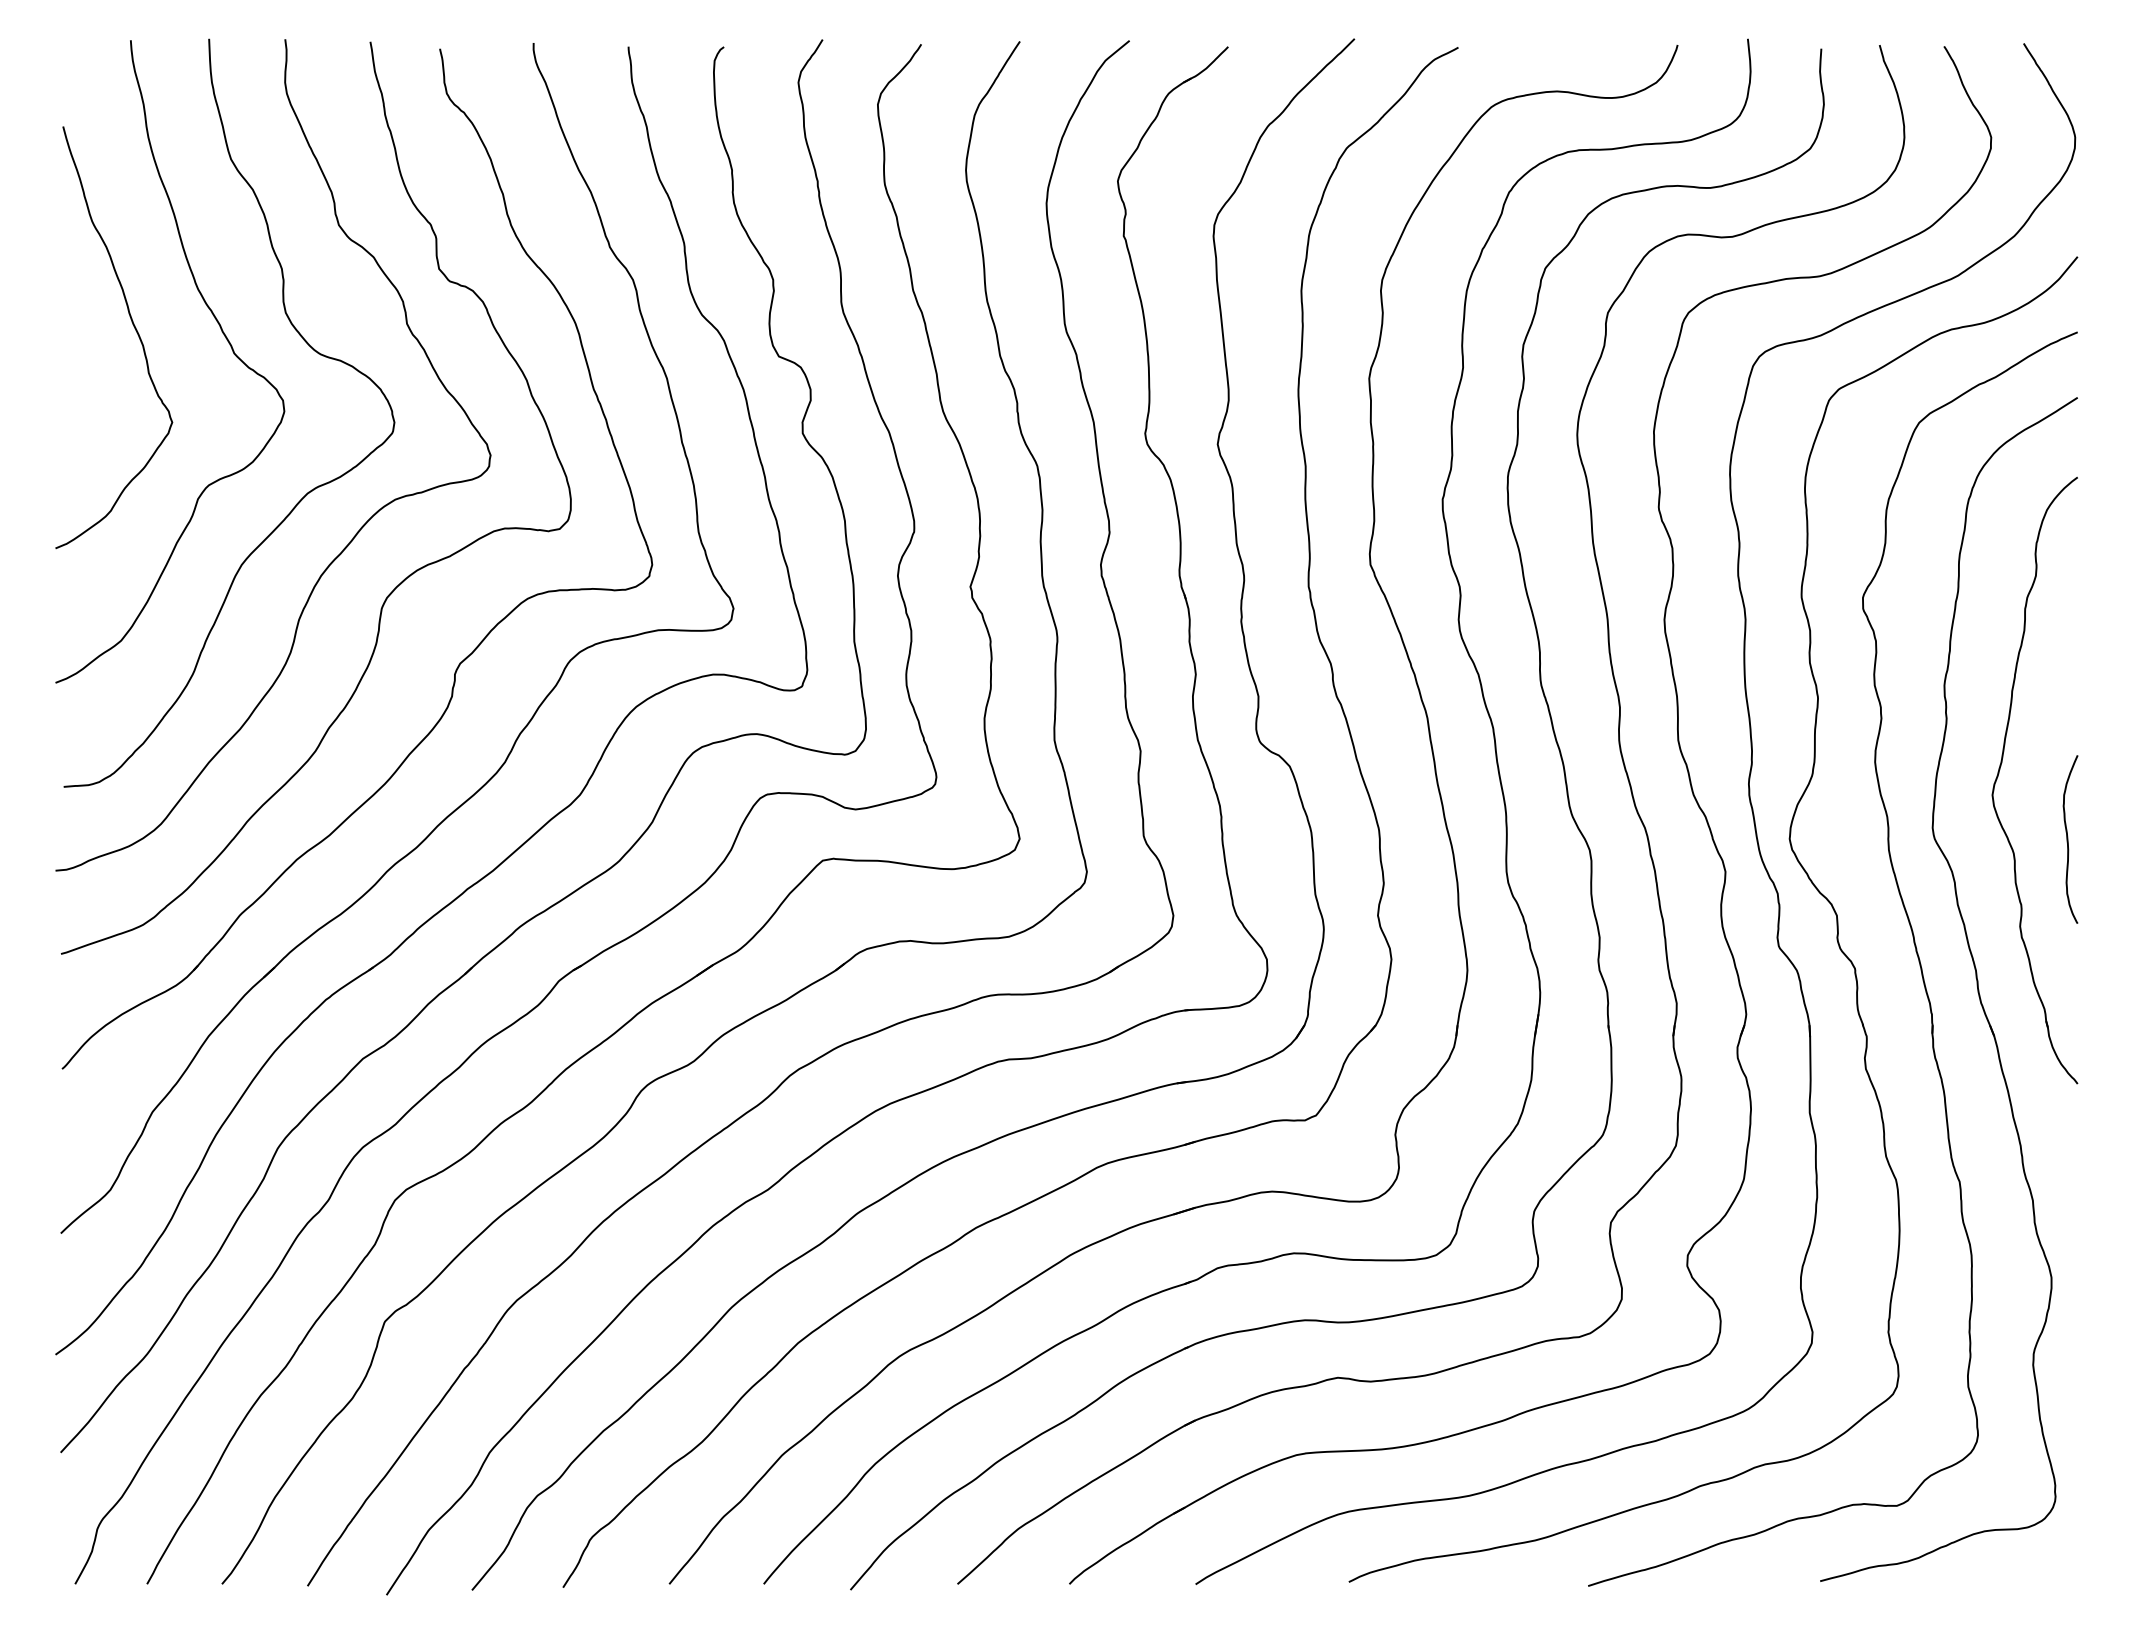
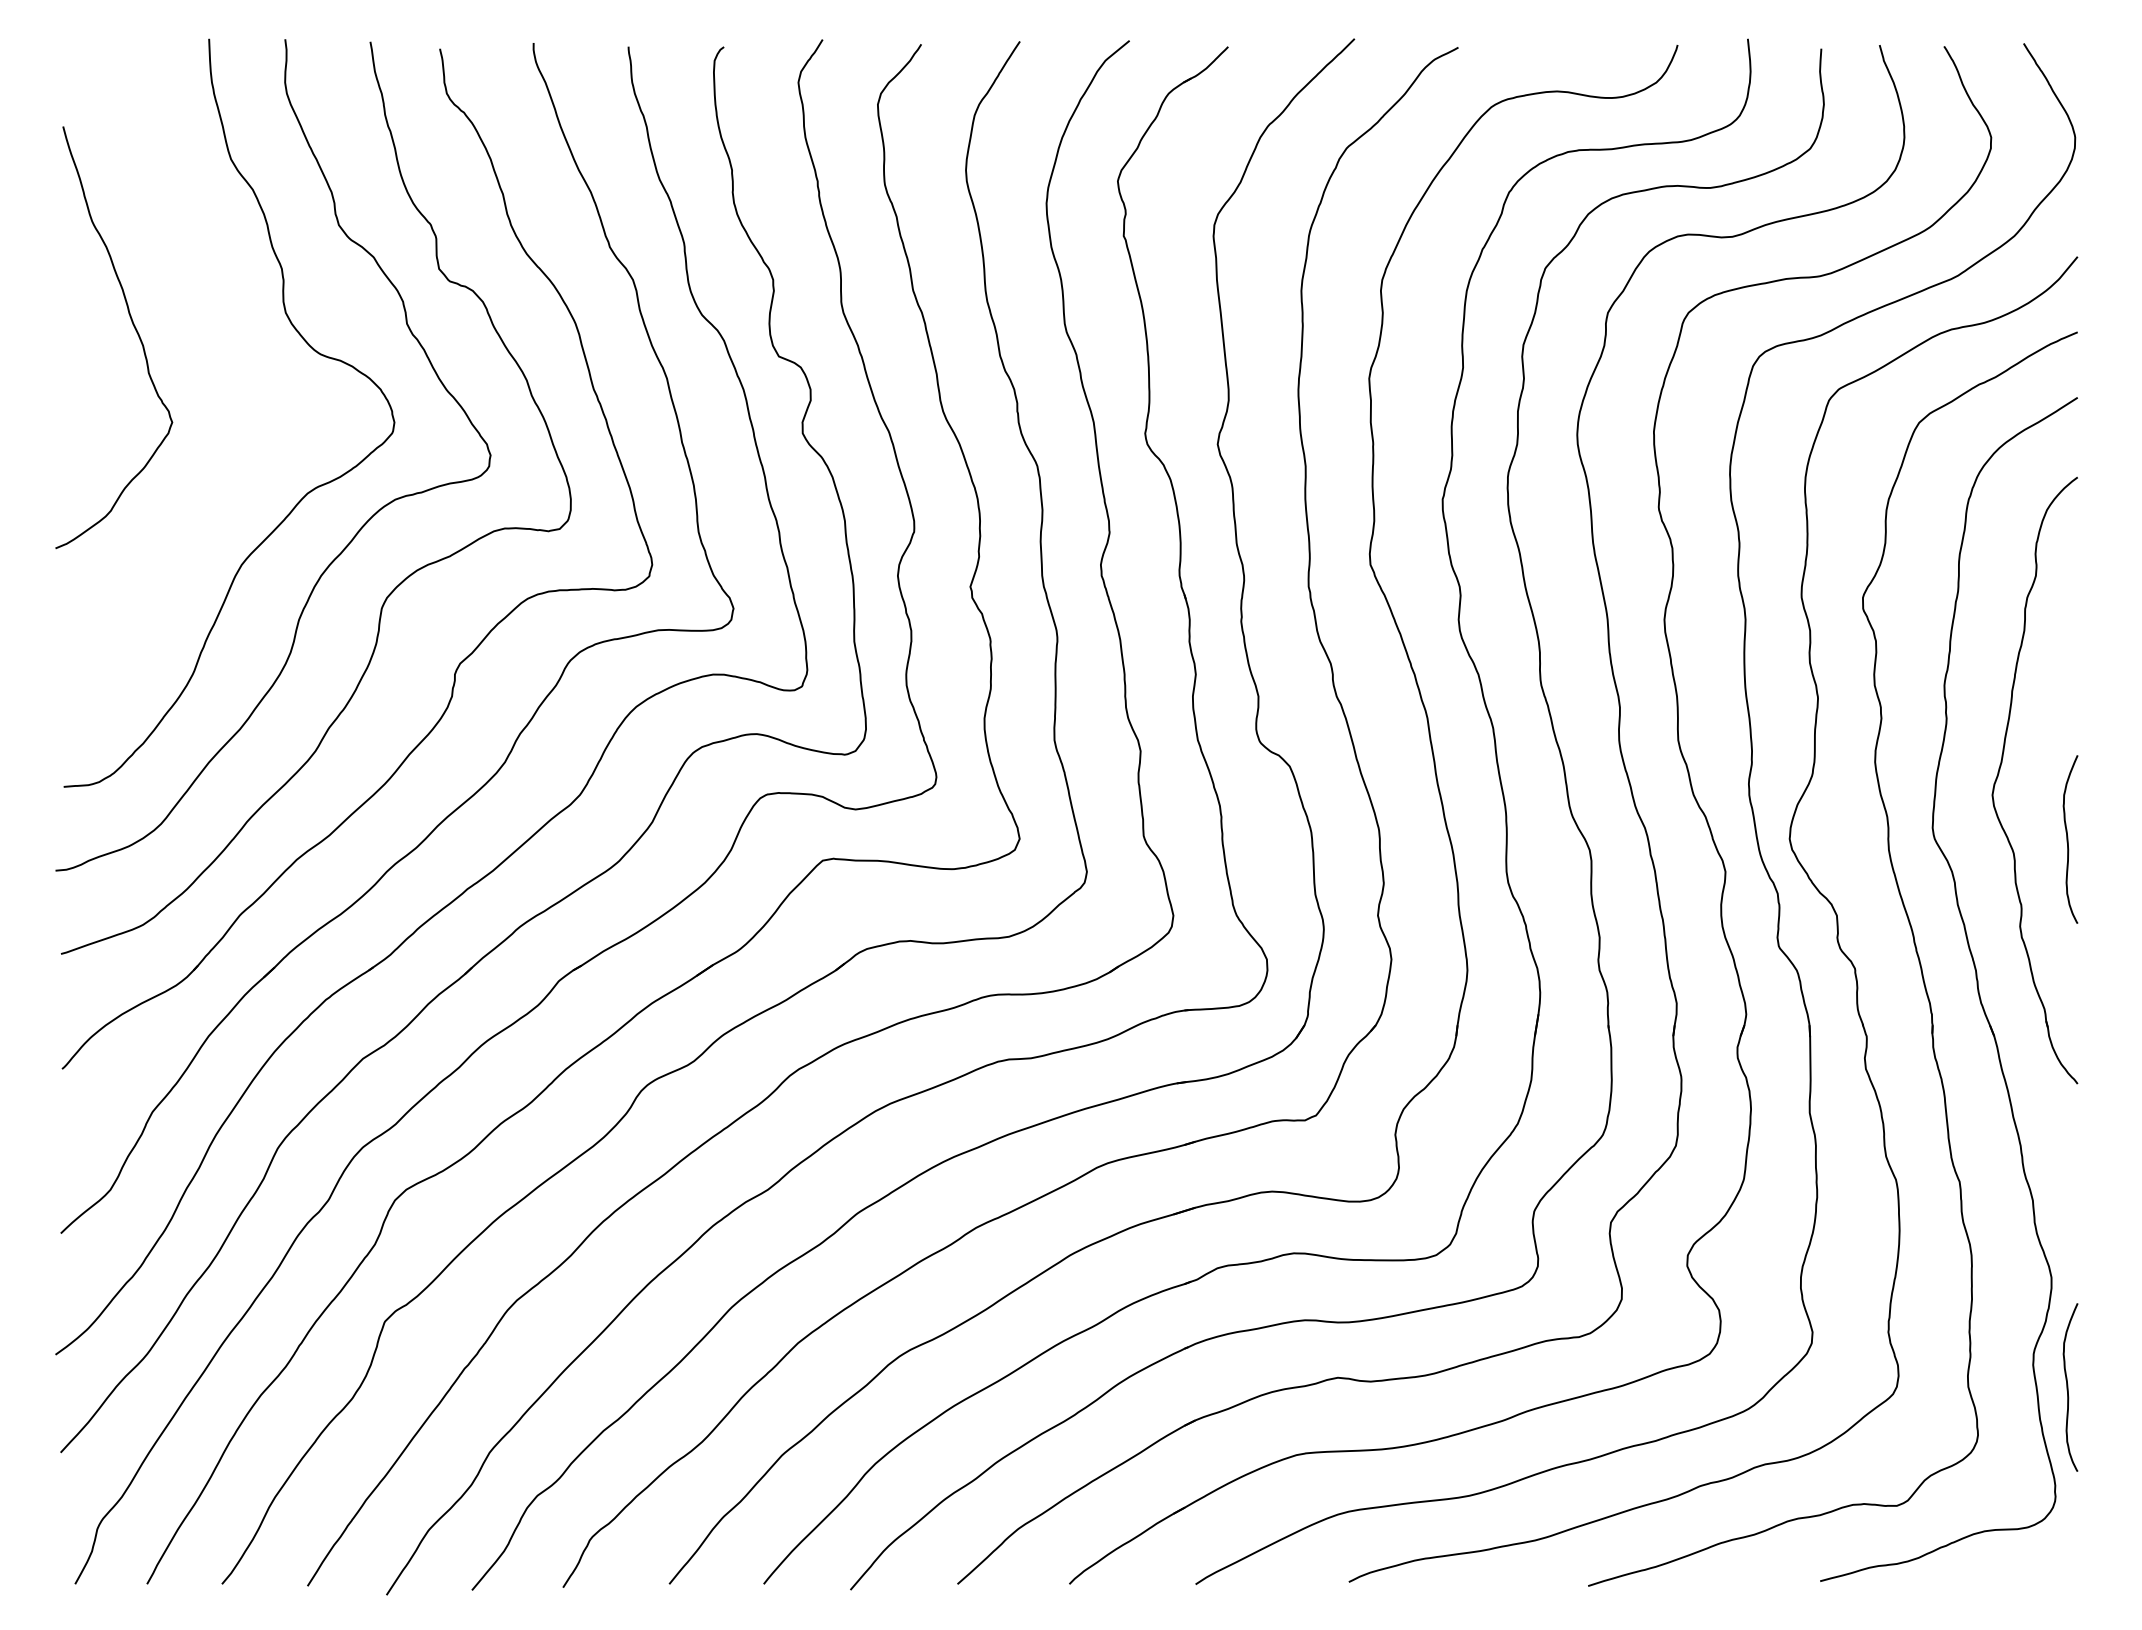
curve at (222, 333): present -> none
curve at (2068, 1387): none -> present
